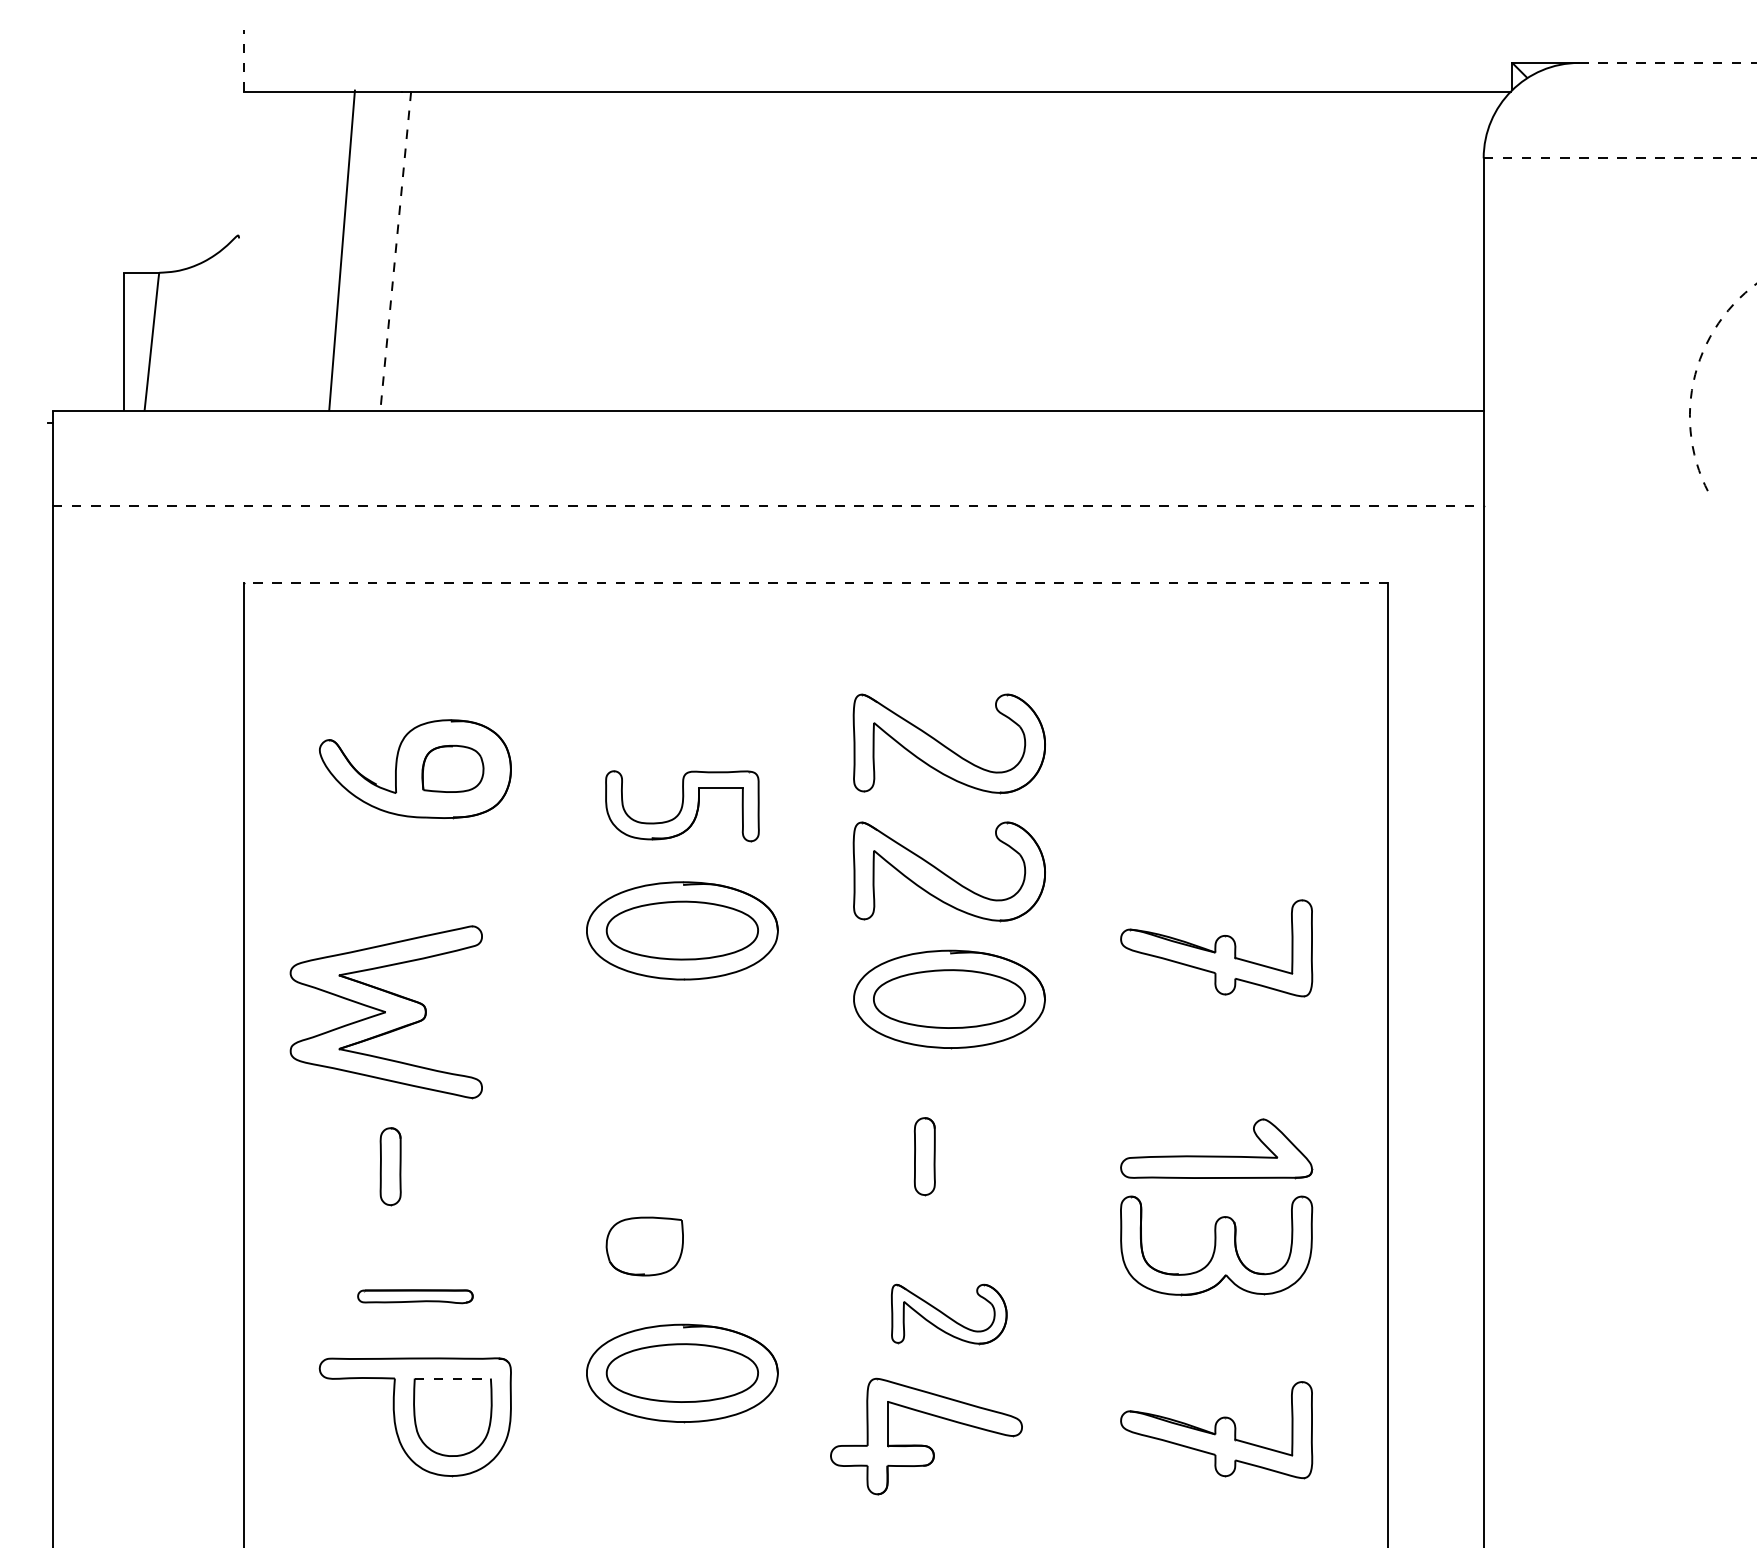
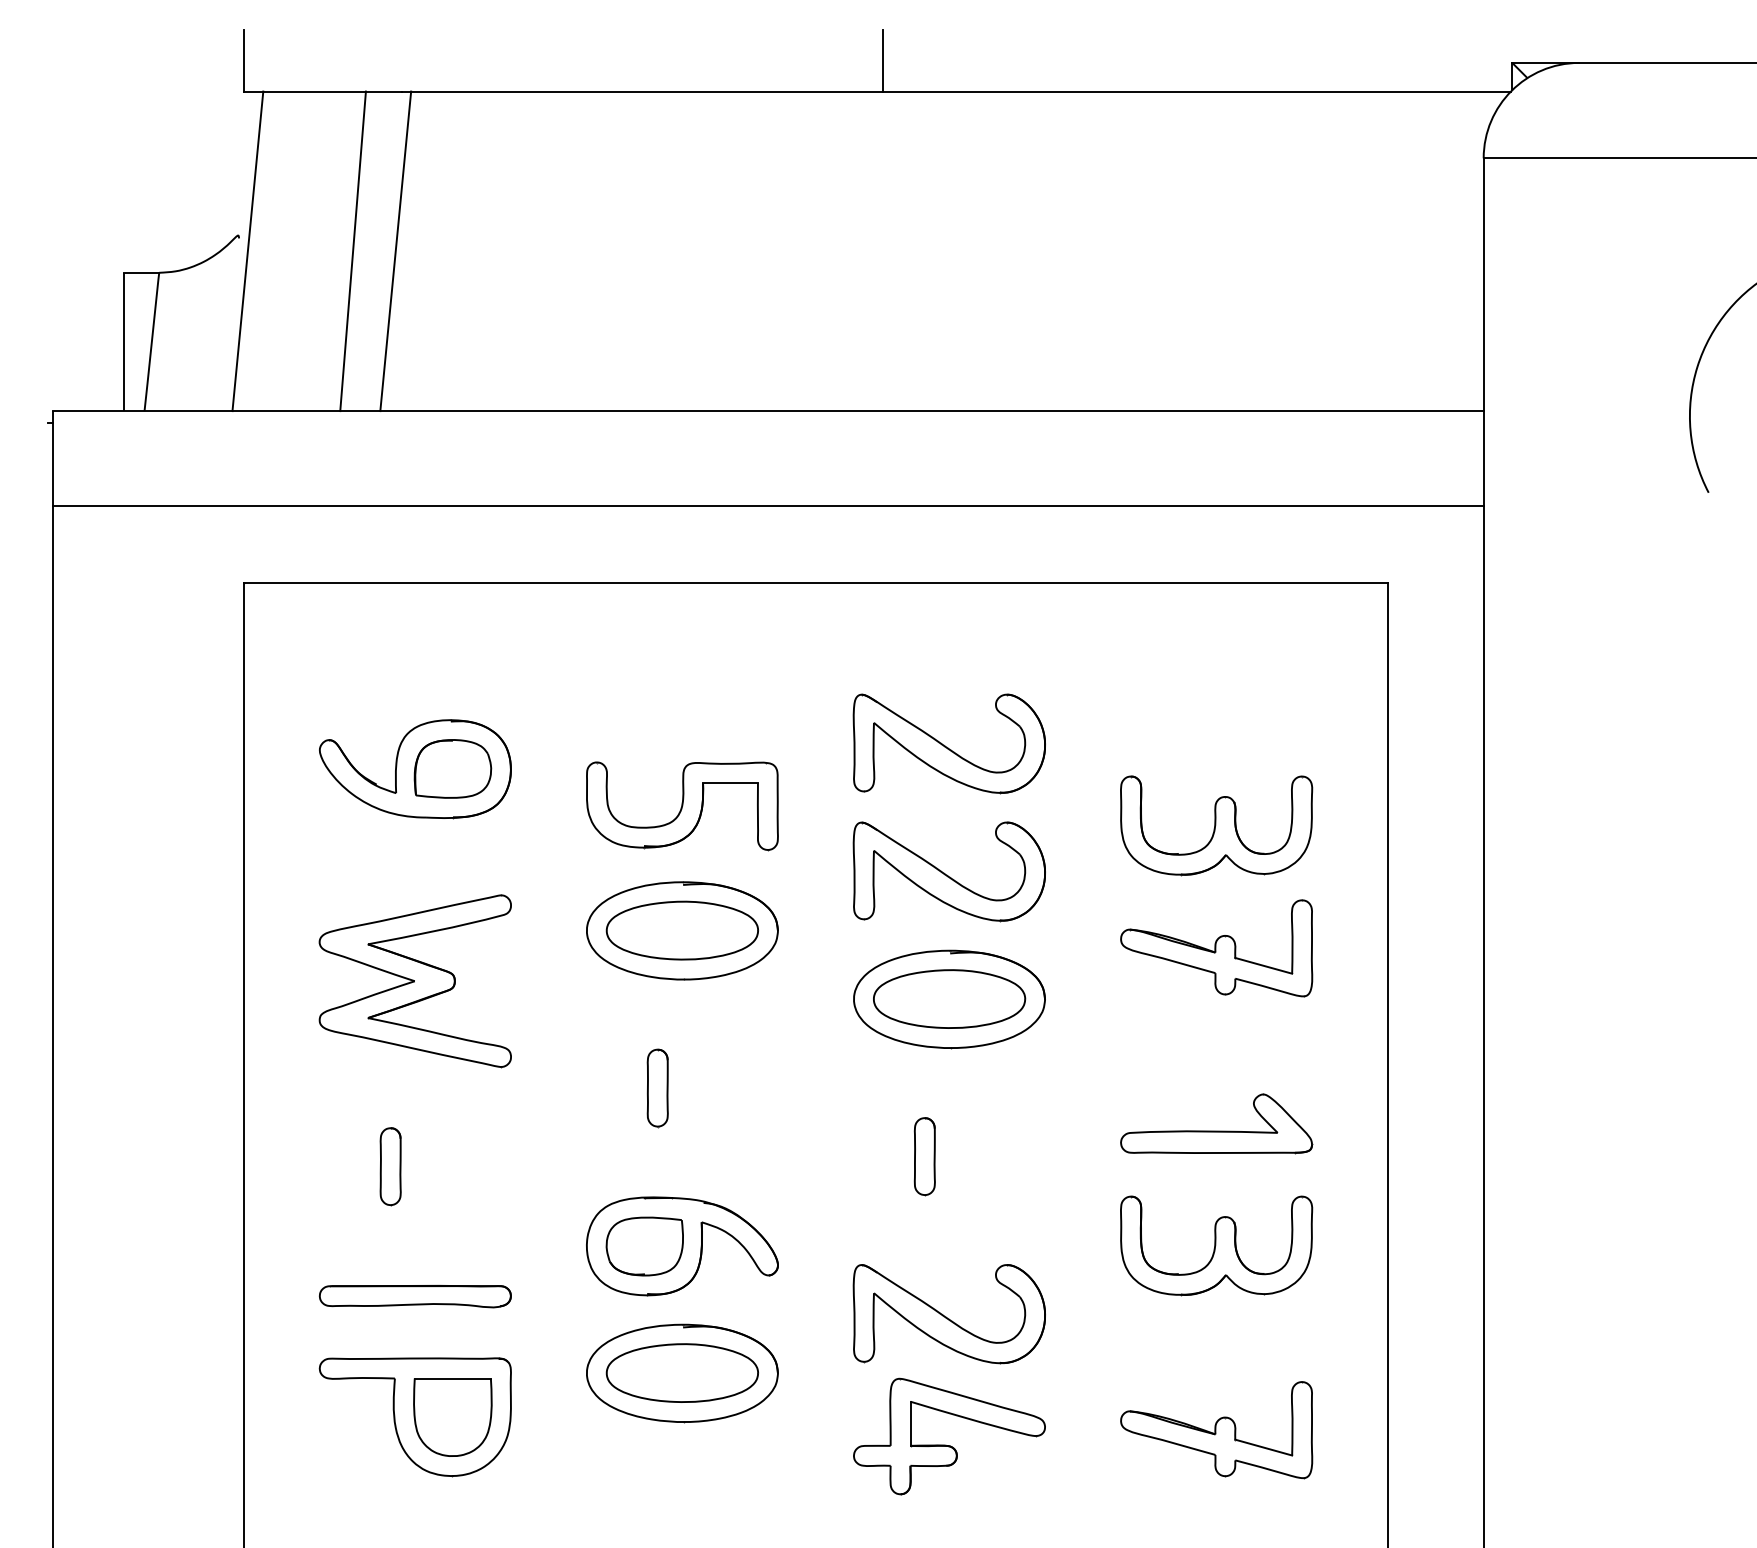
line at (243, 60): dashed -> solid
line at (882, 60): none -> present
line at (1667, 62): dashed -> solid
line at (1619, 158): dashed -> solid
line at (341, 250) position: (341, 250) -> (352, 251)
line at (247, 251): none -> present
line at (395, 251): dashed -> solid
arc at (1694, 379): dashed -> solid
line at (768, 506): dashed -> solid
line at (815, 582): dashed -> solid
part at (452, 768) size: 64x48 px -> 80x60 px
part at (682, 806) size: 155x73 px -> 193x91 px
part at (1216, 825): none -> present
part at (385, 1012) position: (385, 1012) -> (414, 981)
part at (657, 1088): none -> present
part at (1216, 1155) position: (1216, 1155) -> (1216, 1130)
part at (682, 1246): none -> present
part at (415, 1296) size: 117x16 px -> 193x24 px
part at (949, 1314) size: 117x63 px -> 194x101 px
line at (453, 1378): dashed -> solid
part at (923, 1444) position: (923, 1444) -> (946, 1444)
